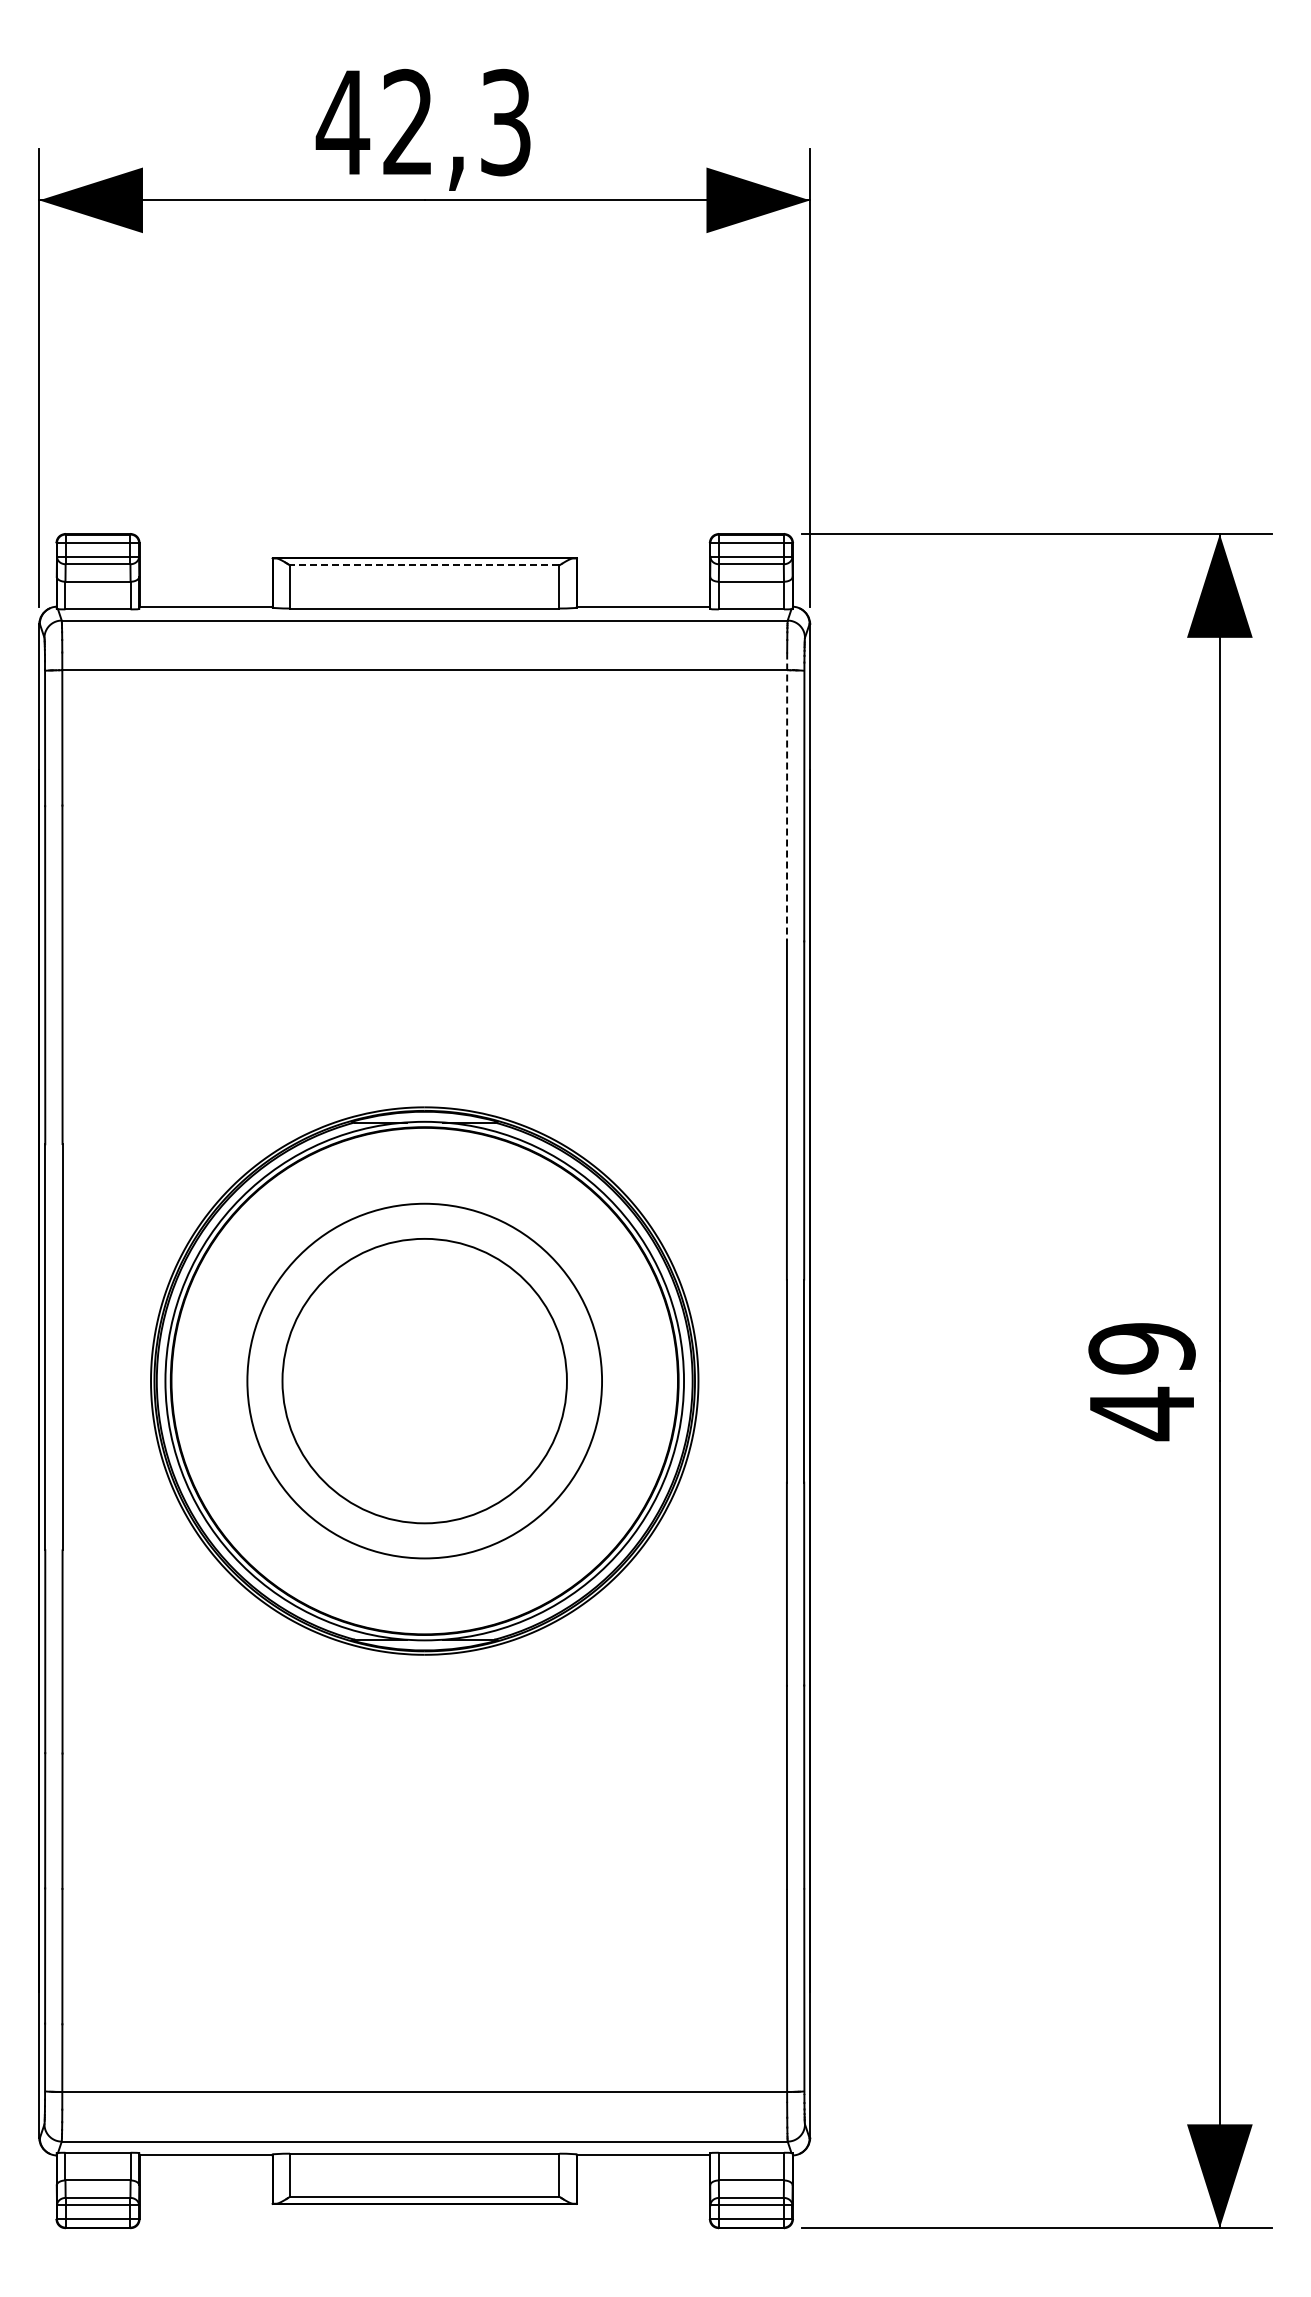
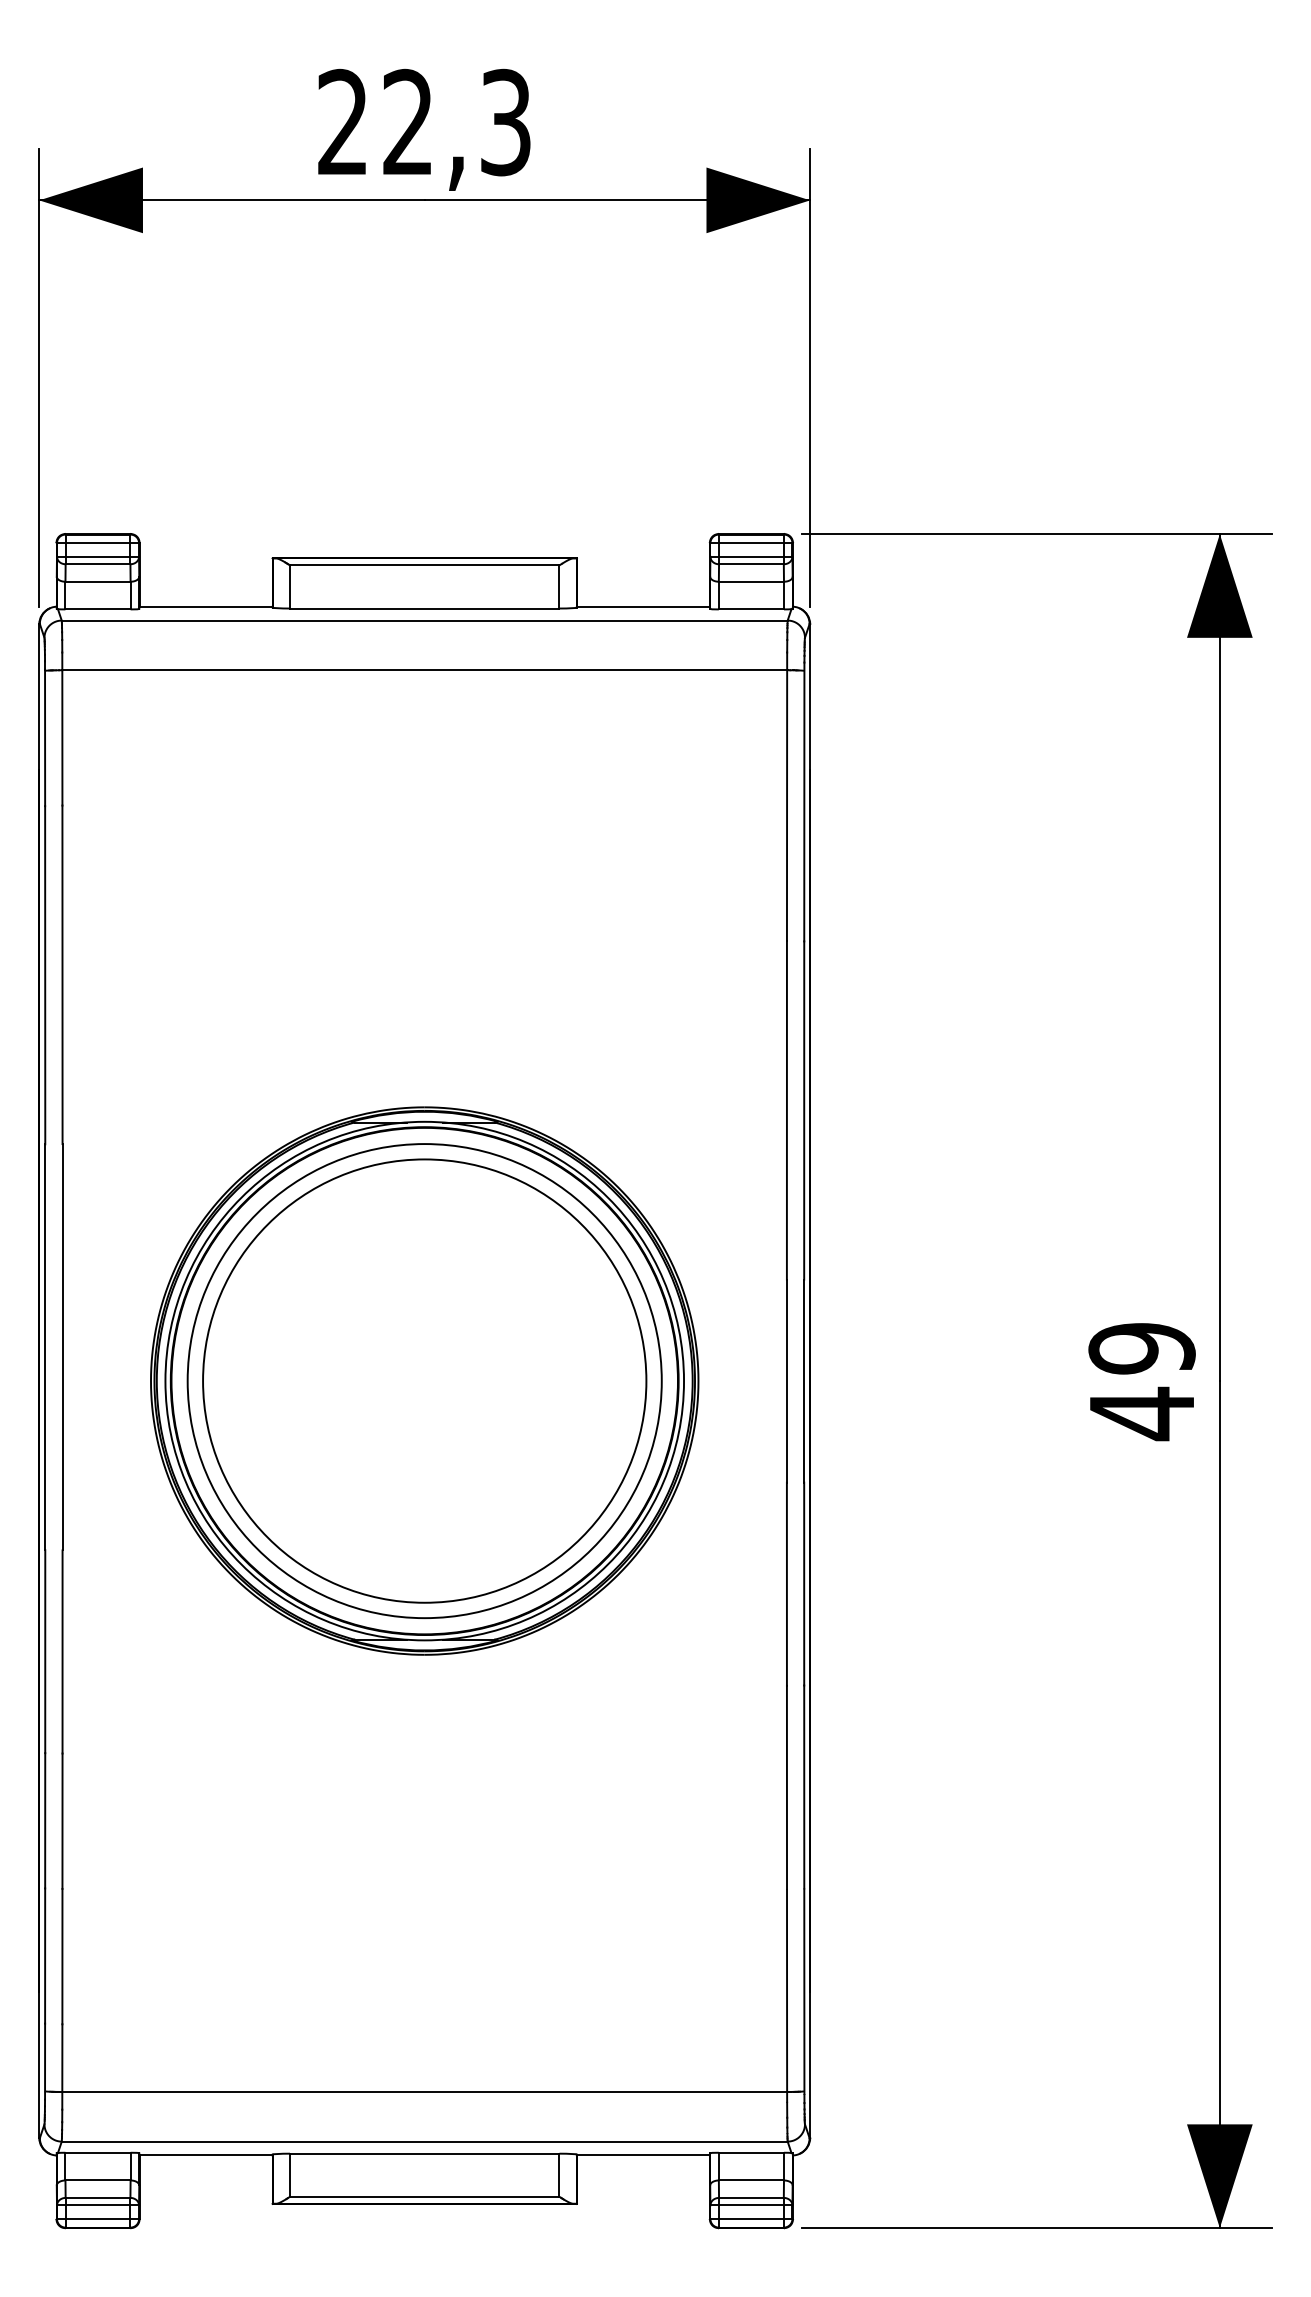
text at (342, 121): 42,3 -> 22,3
line at (424, 565): dashed -> solid
line at (787, 797): dashed -> solid
circle at (424, 1380) diameter: 284 px -> 474 px
circle at (424, 1380) diameter: 355 px -> 443 px
